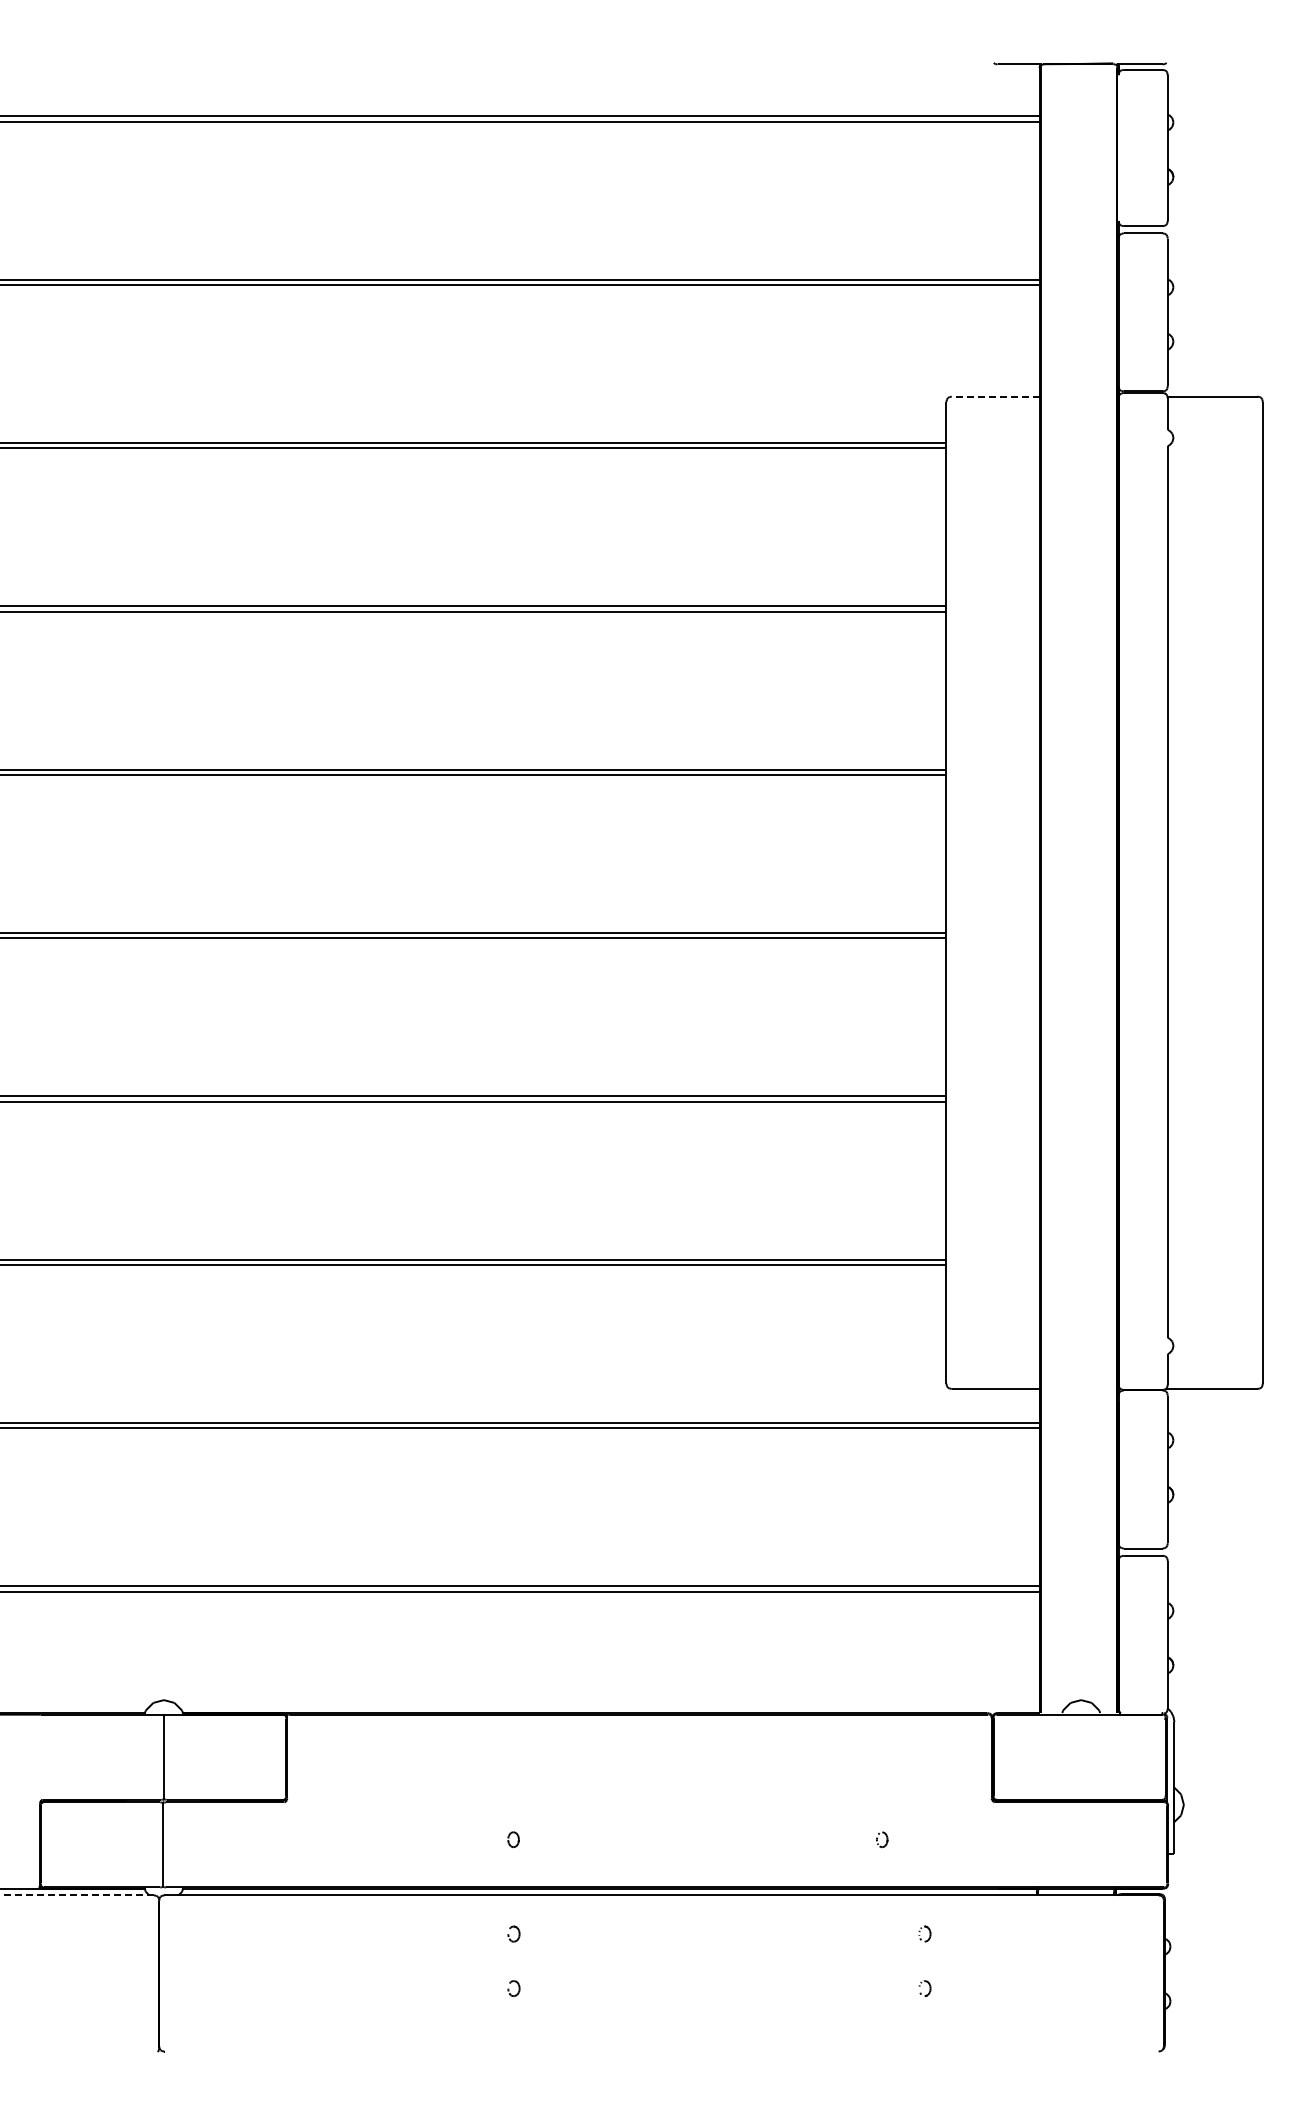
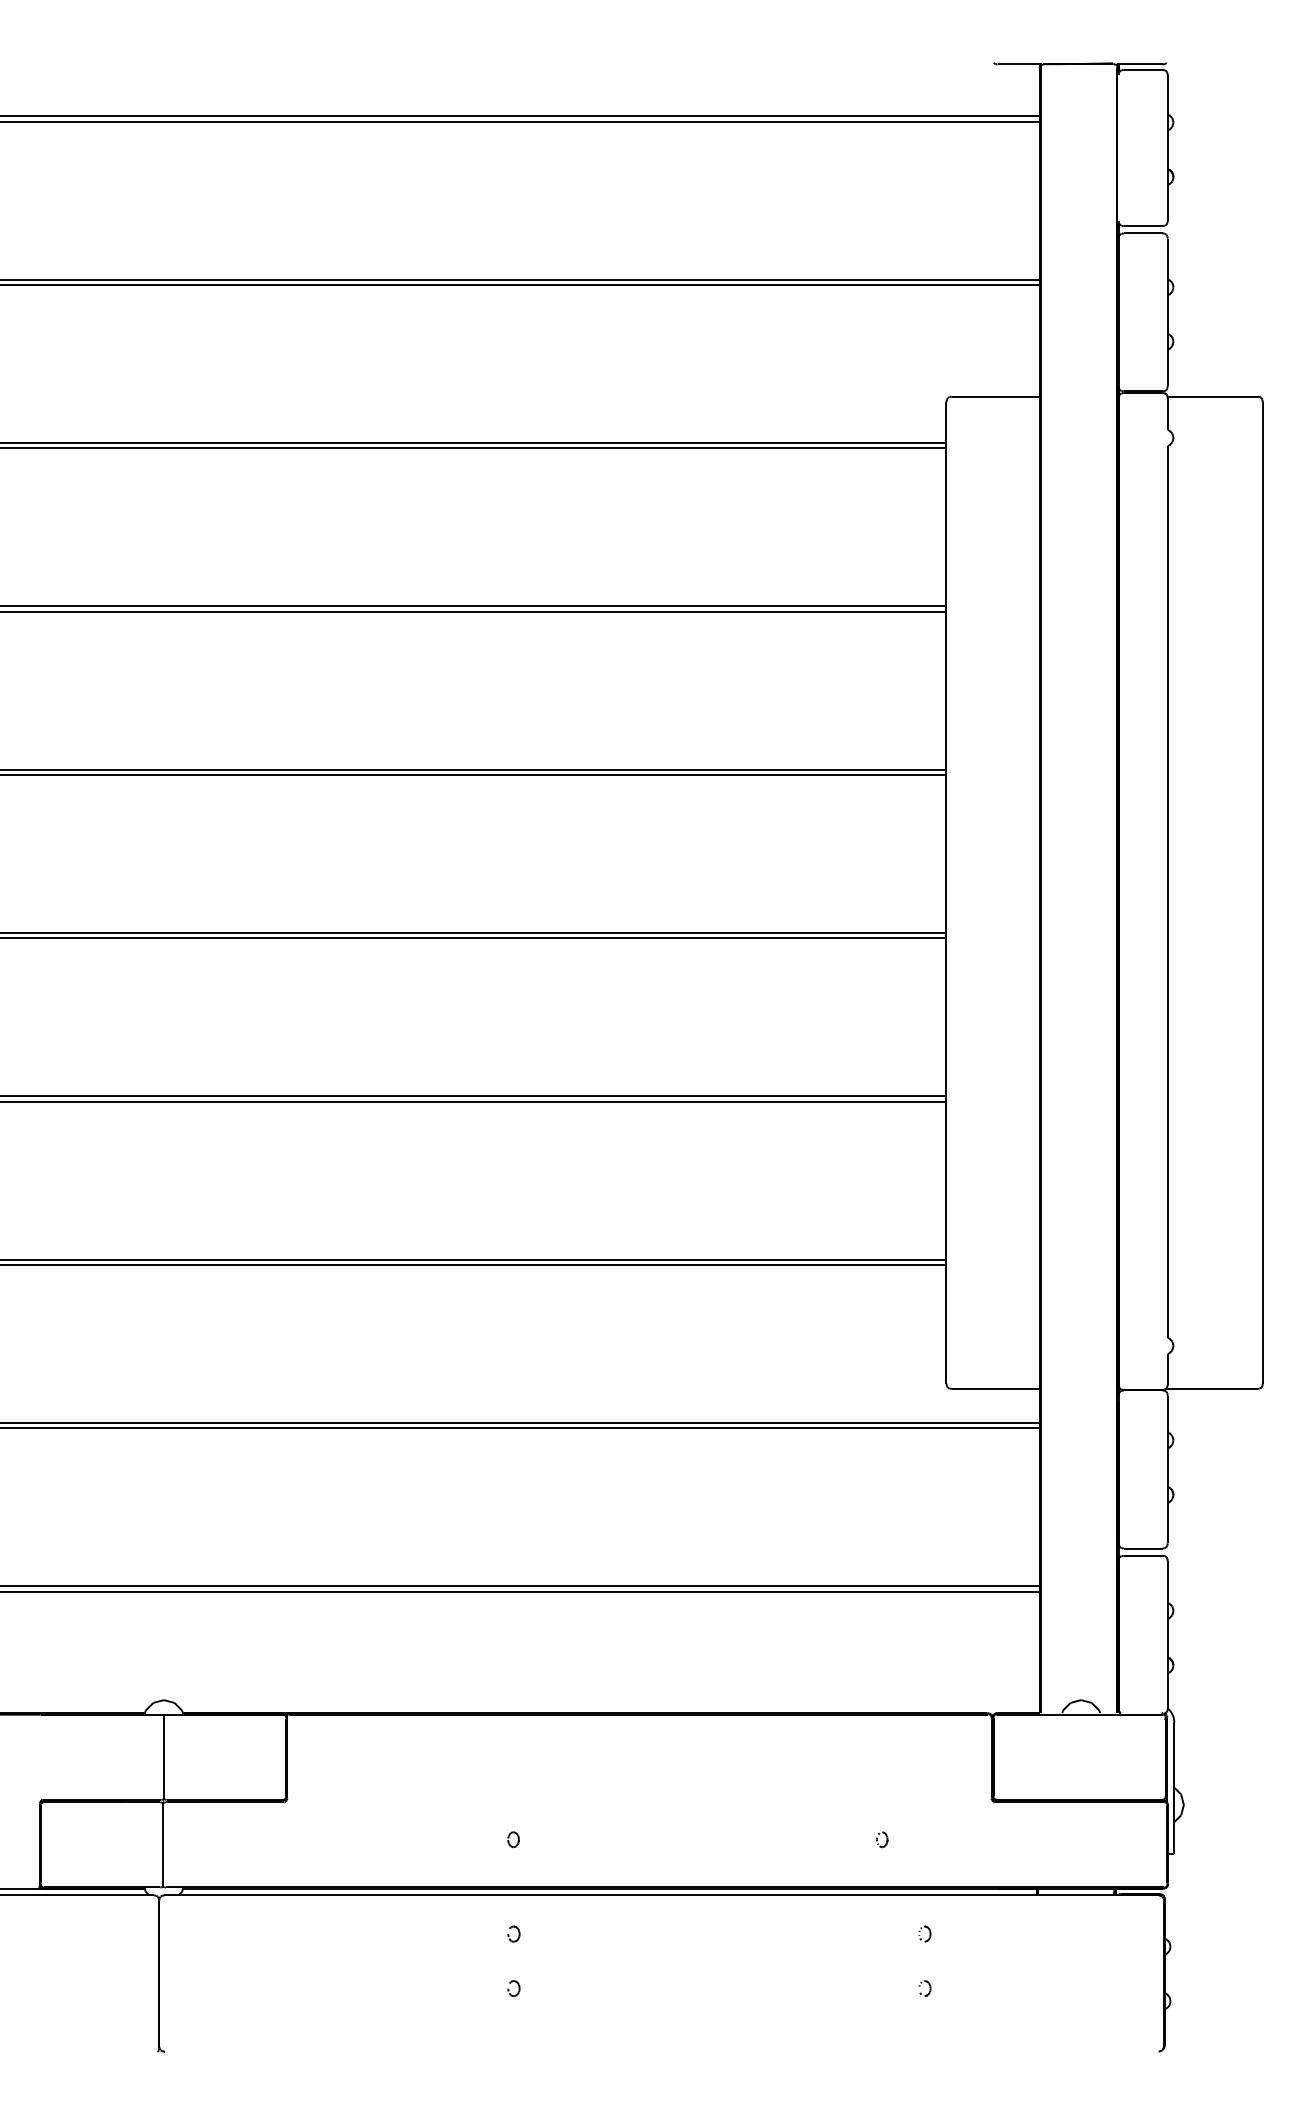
line at (995, 396): dashed -> solid
line at (76, 1895): dashed -> solid
